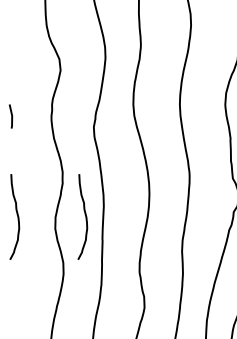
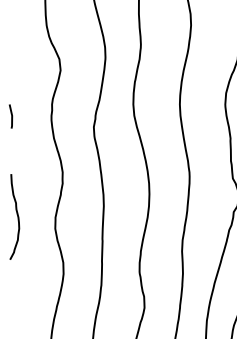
curve at (84, 214): present -> none
